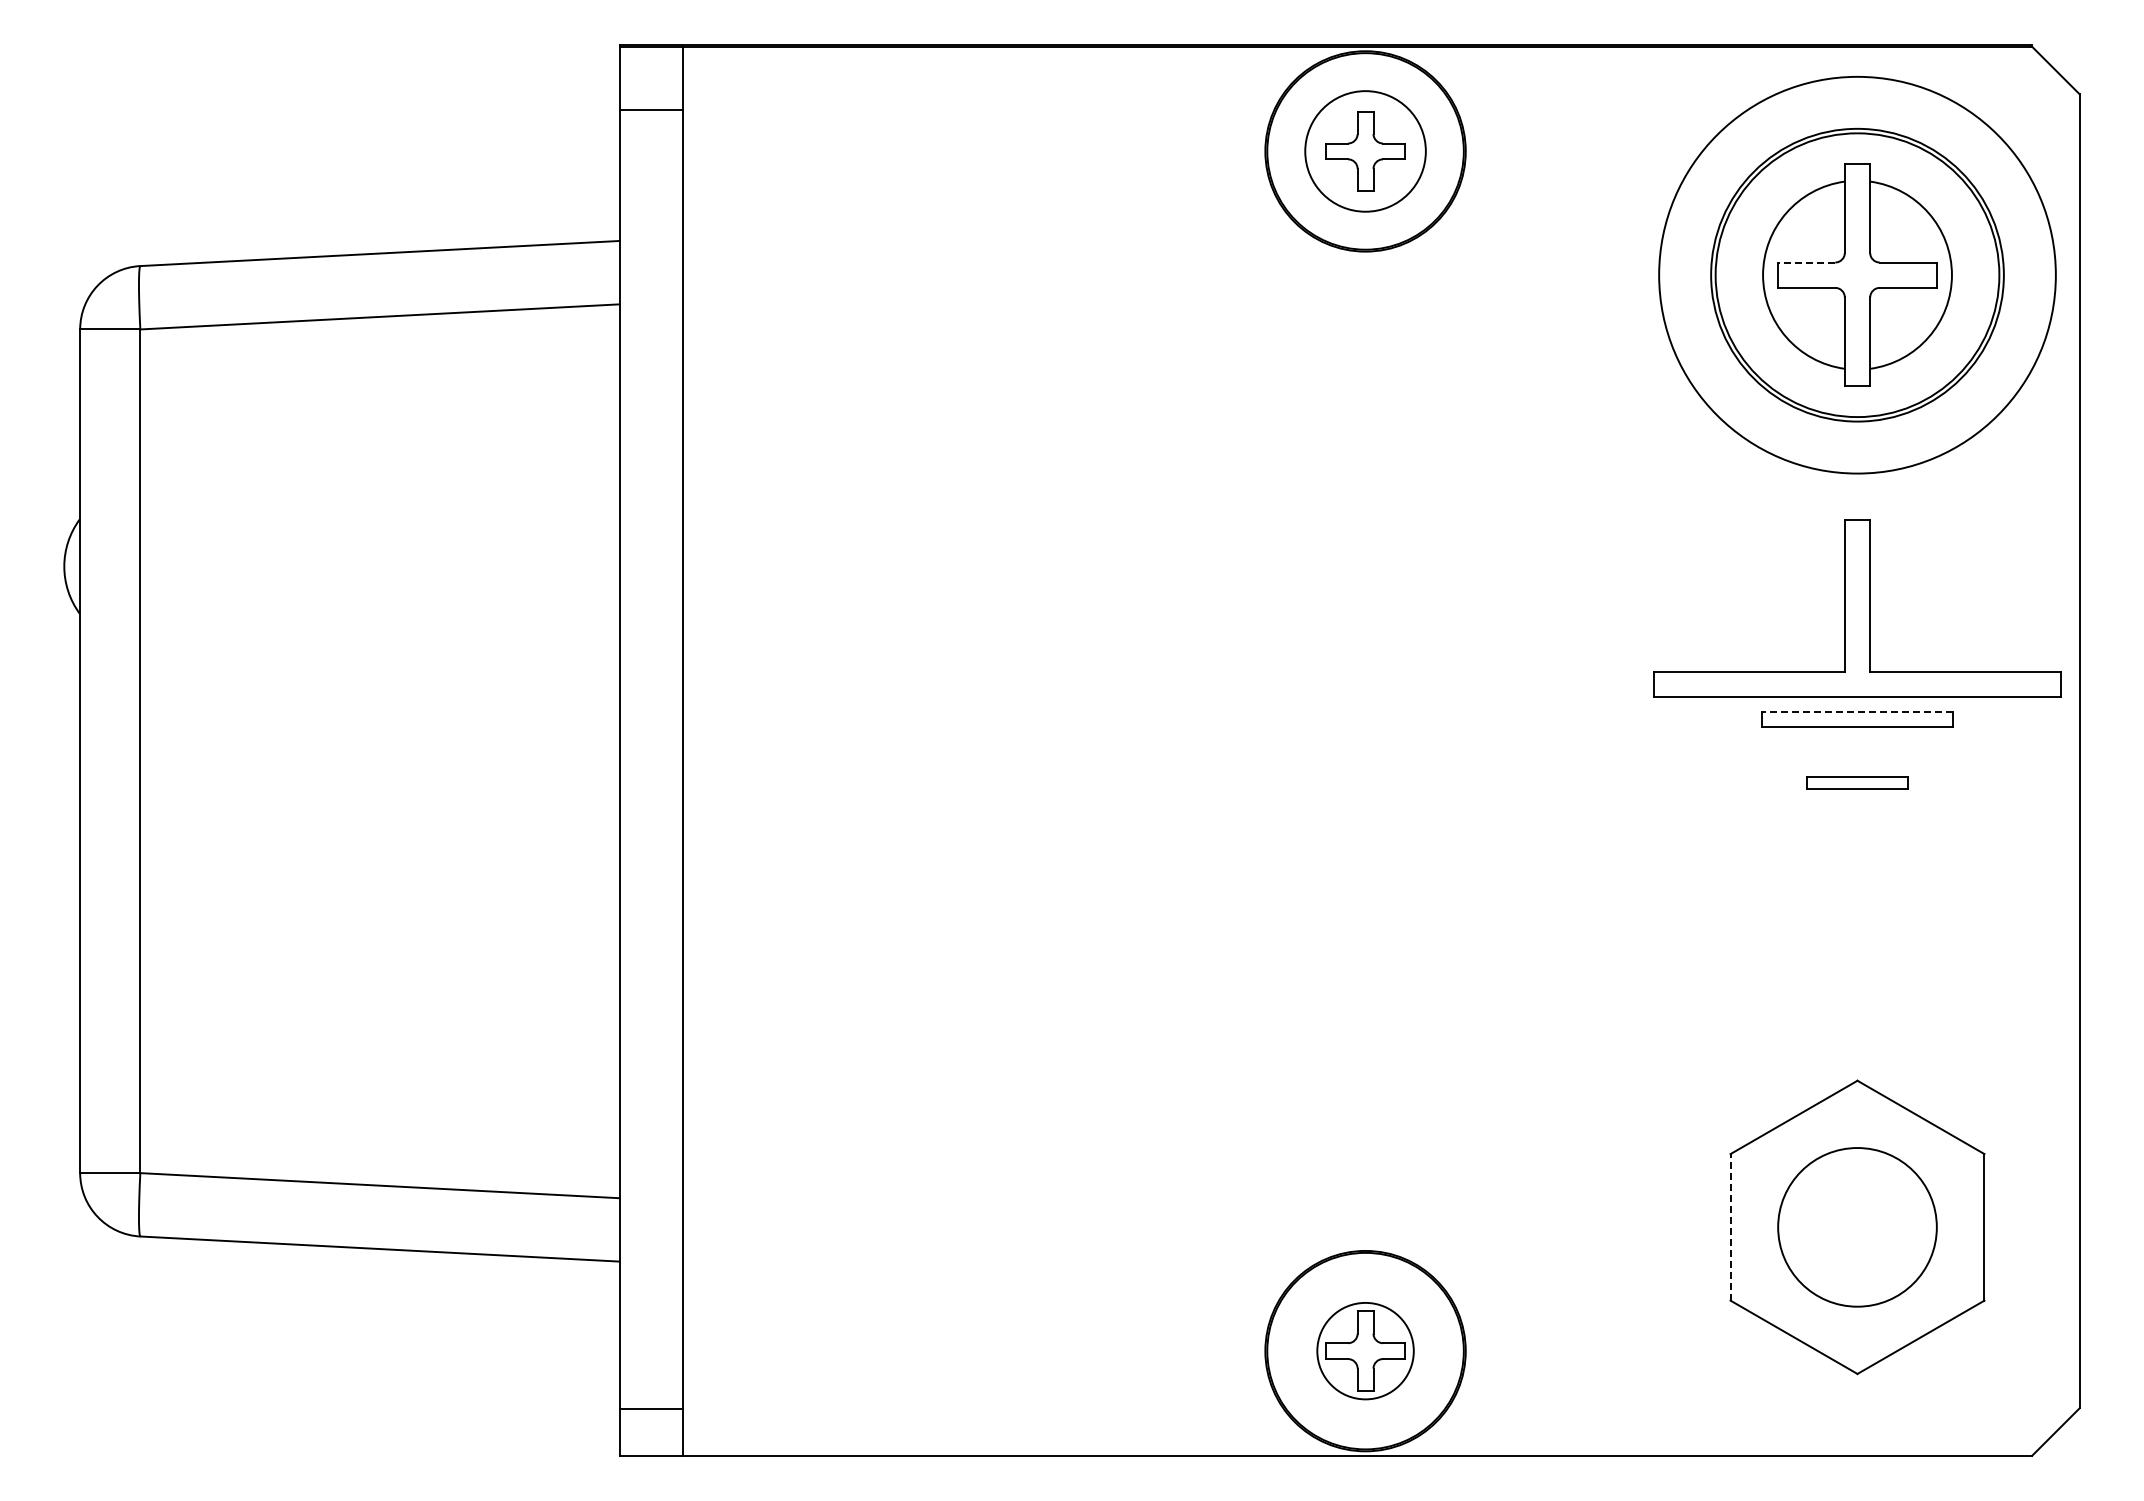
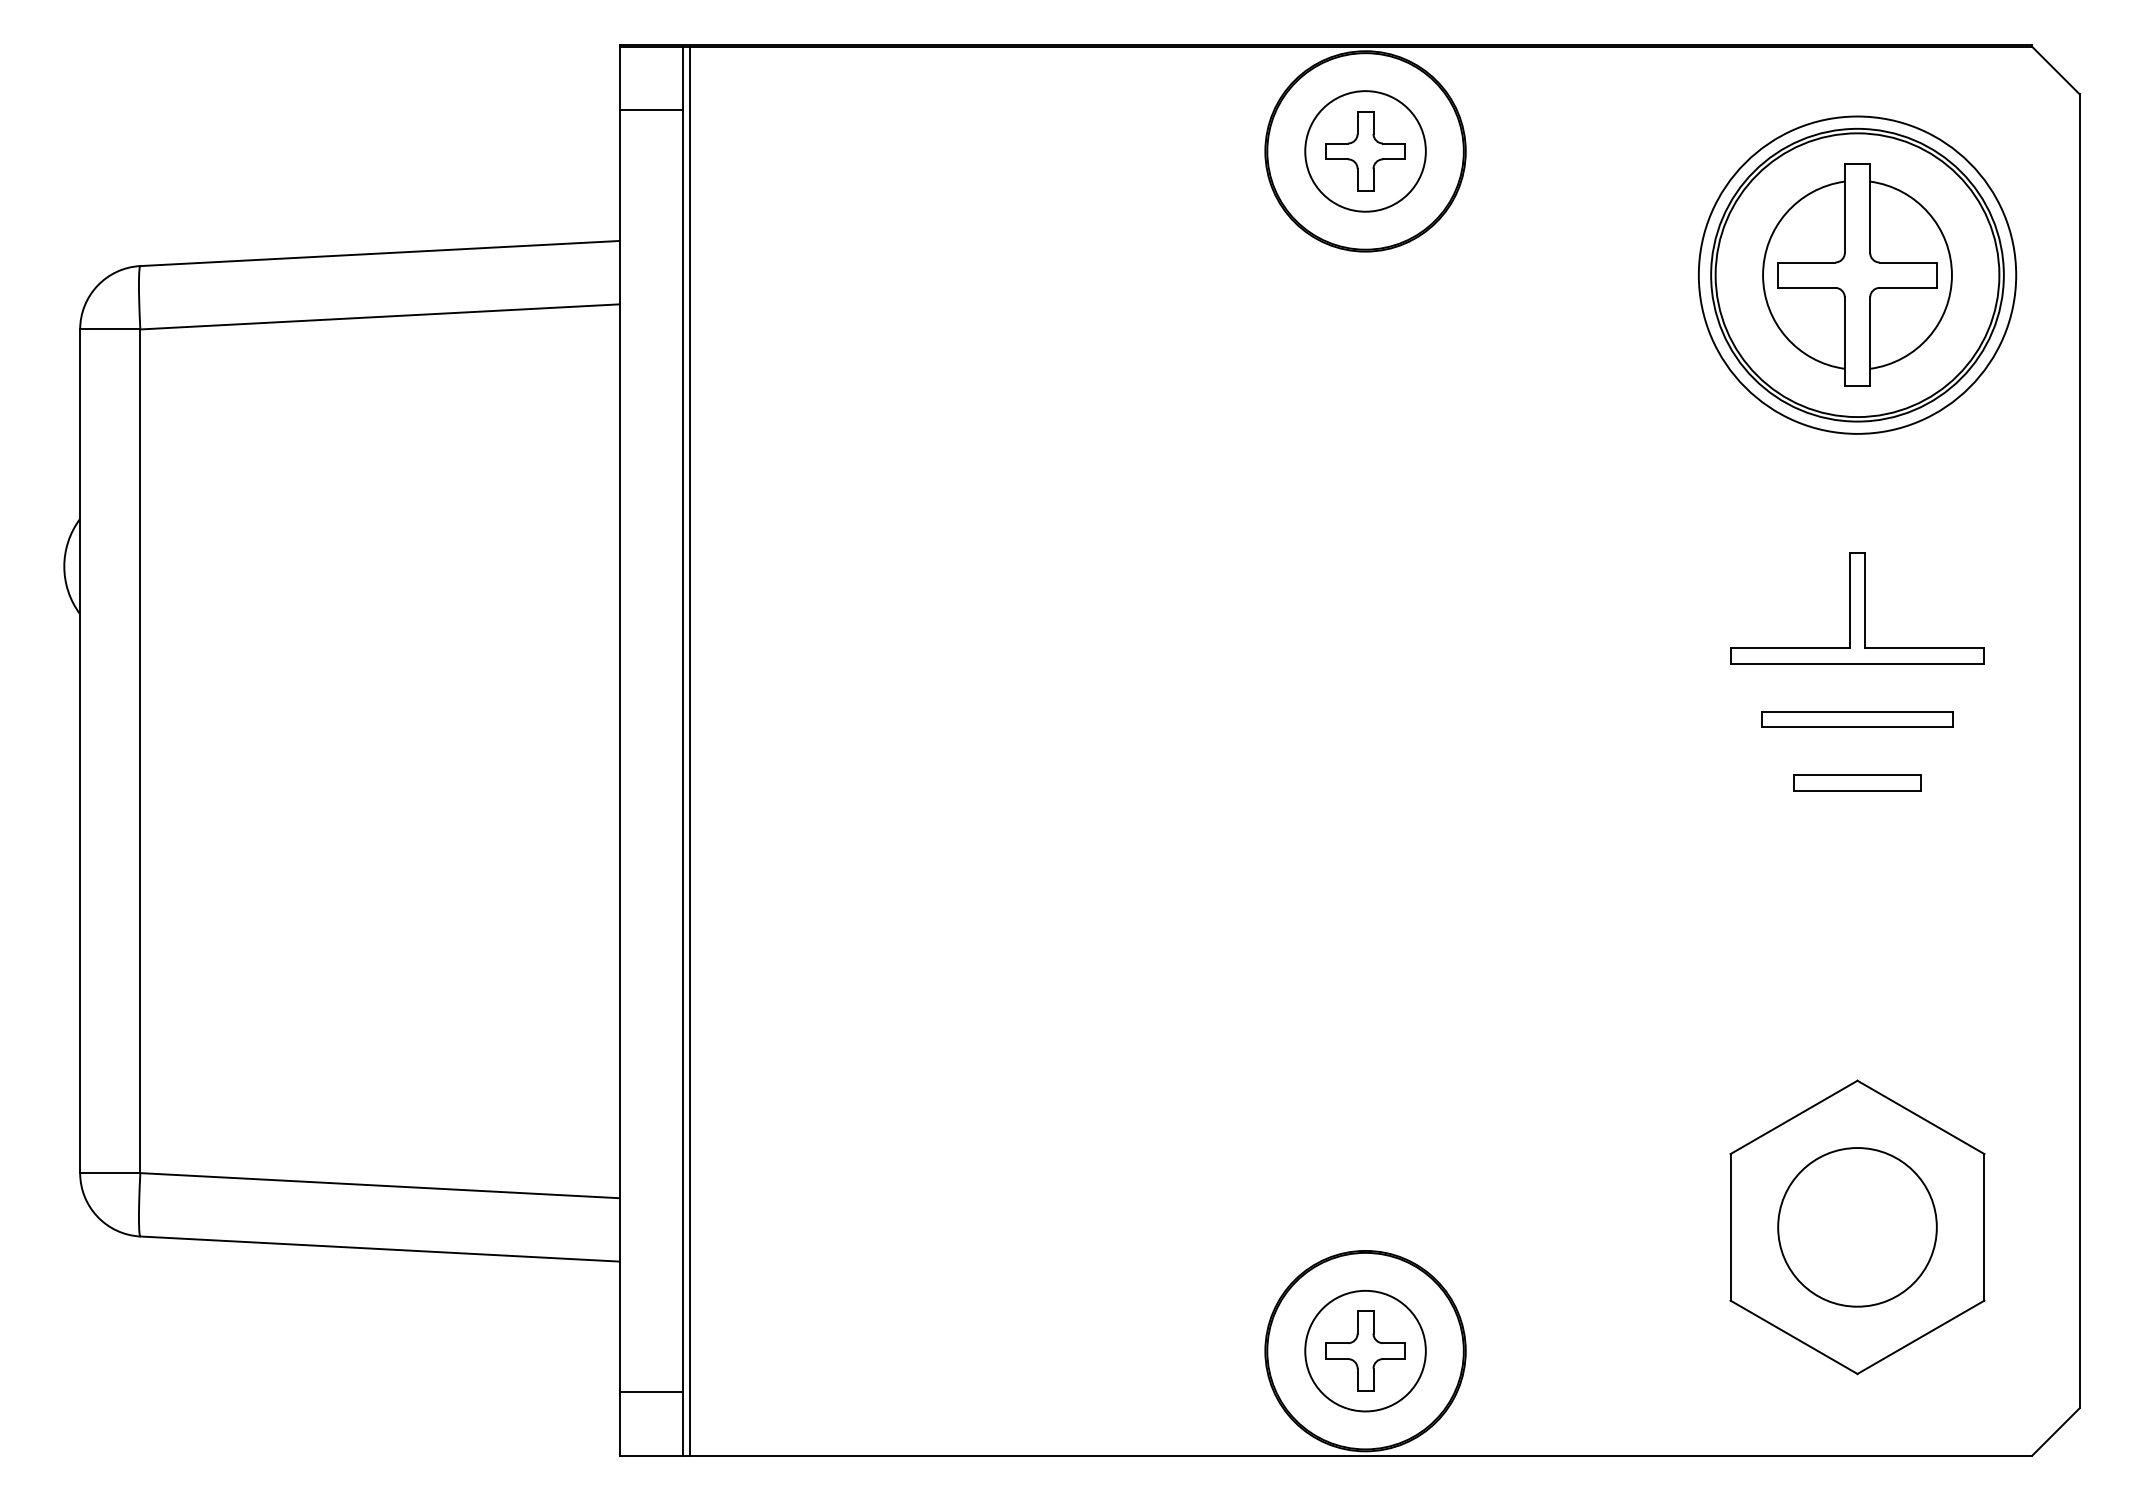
line at (1806, 262): dashed -> solid
circle at (1857, 274) diameter: 397 px -> 317 px
part at (1857, 608) size: 409x179 px -> 255x113 px
line at (1857, 711): dashed -> solid
line at (689, 750): none -> present
part at (1857, 782) size: 103x14 px -> 129x18 px
line at (1730, 1226): dashed -> solid
circle at (1365, 1350) diameter: 96 px -> 121 px
line at (651, 1409) position: (651, 1409) -> (651, 1392)
